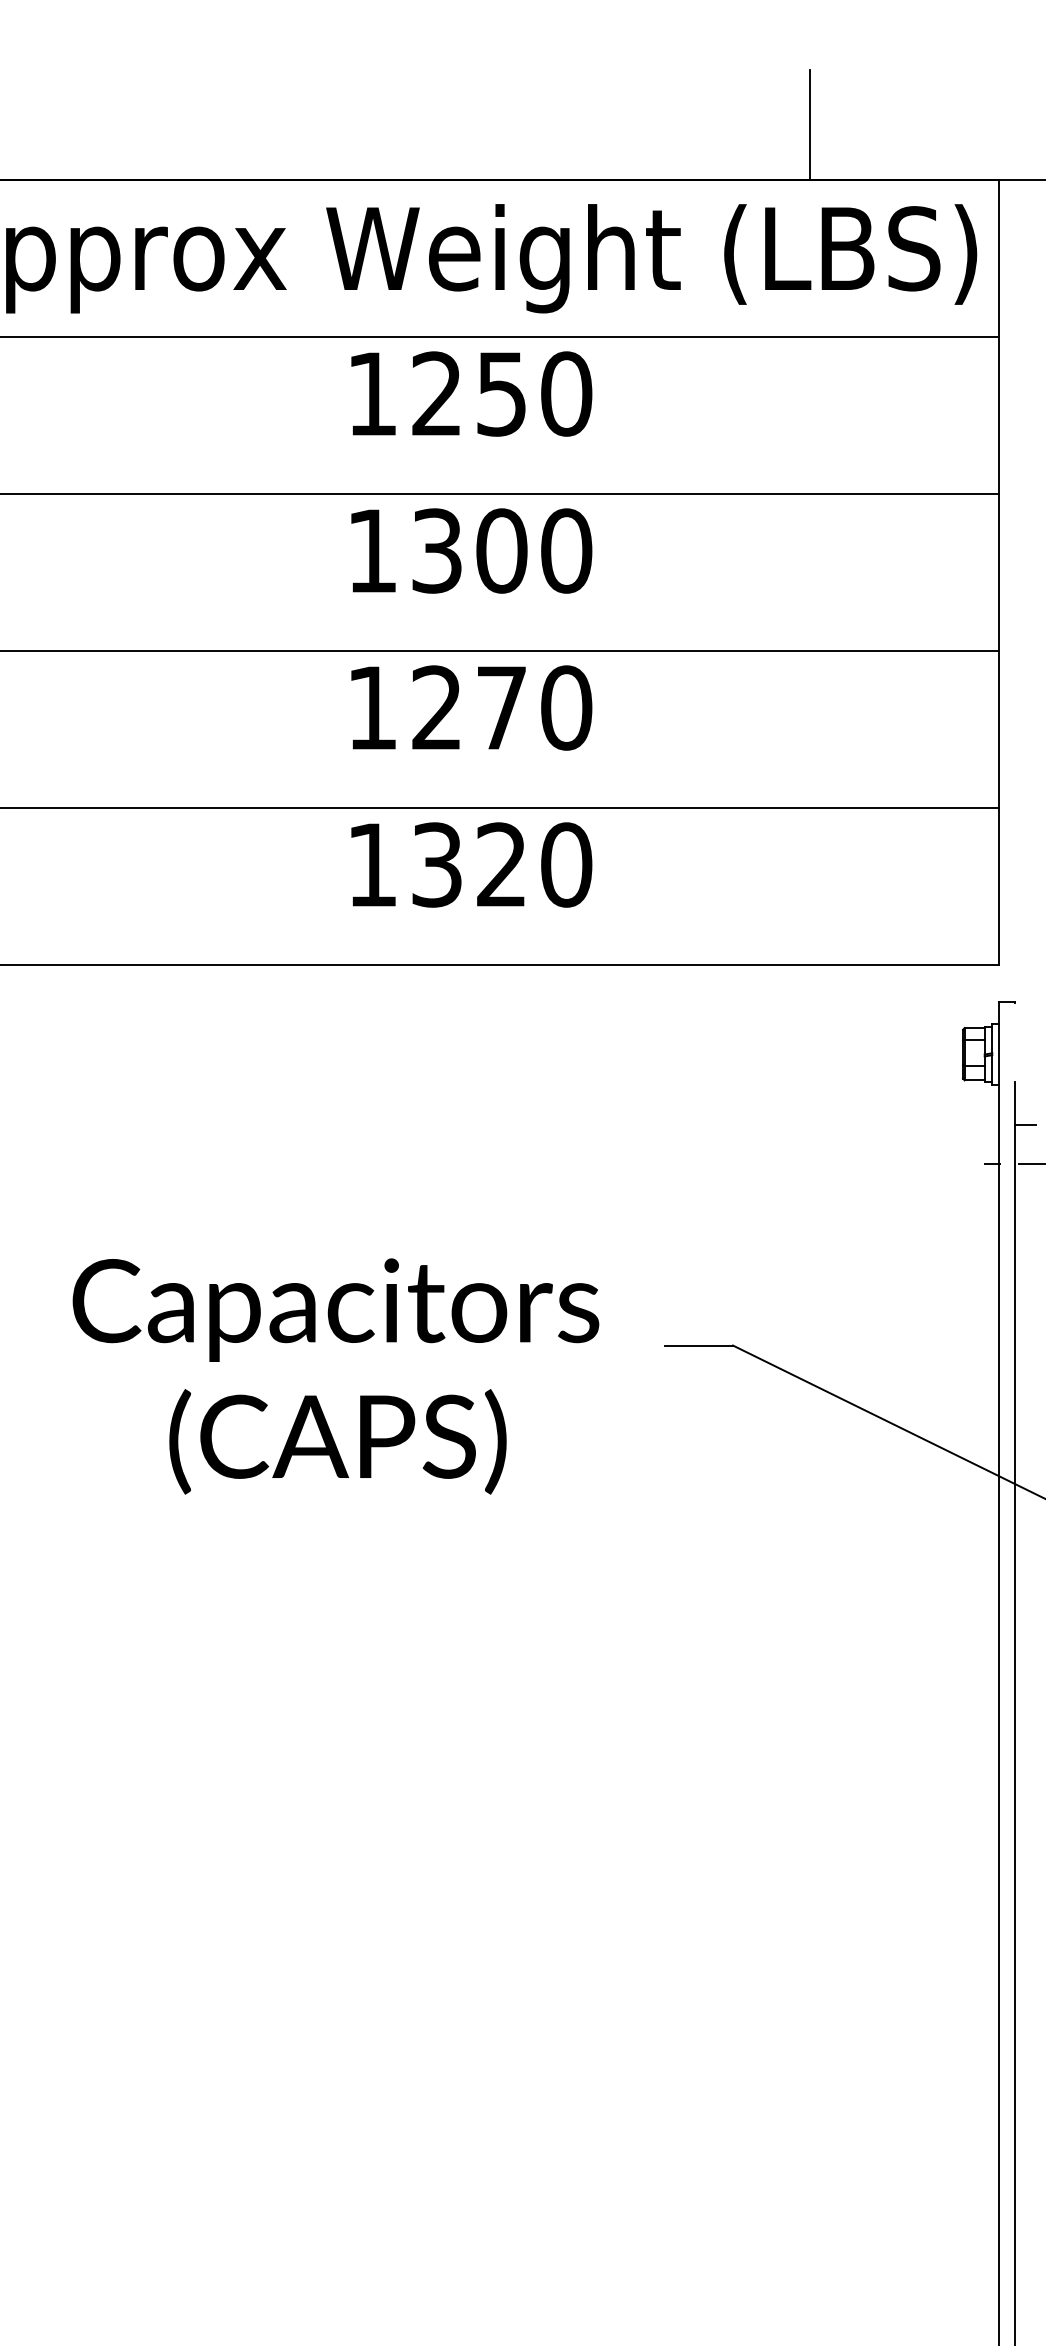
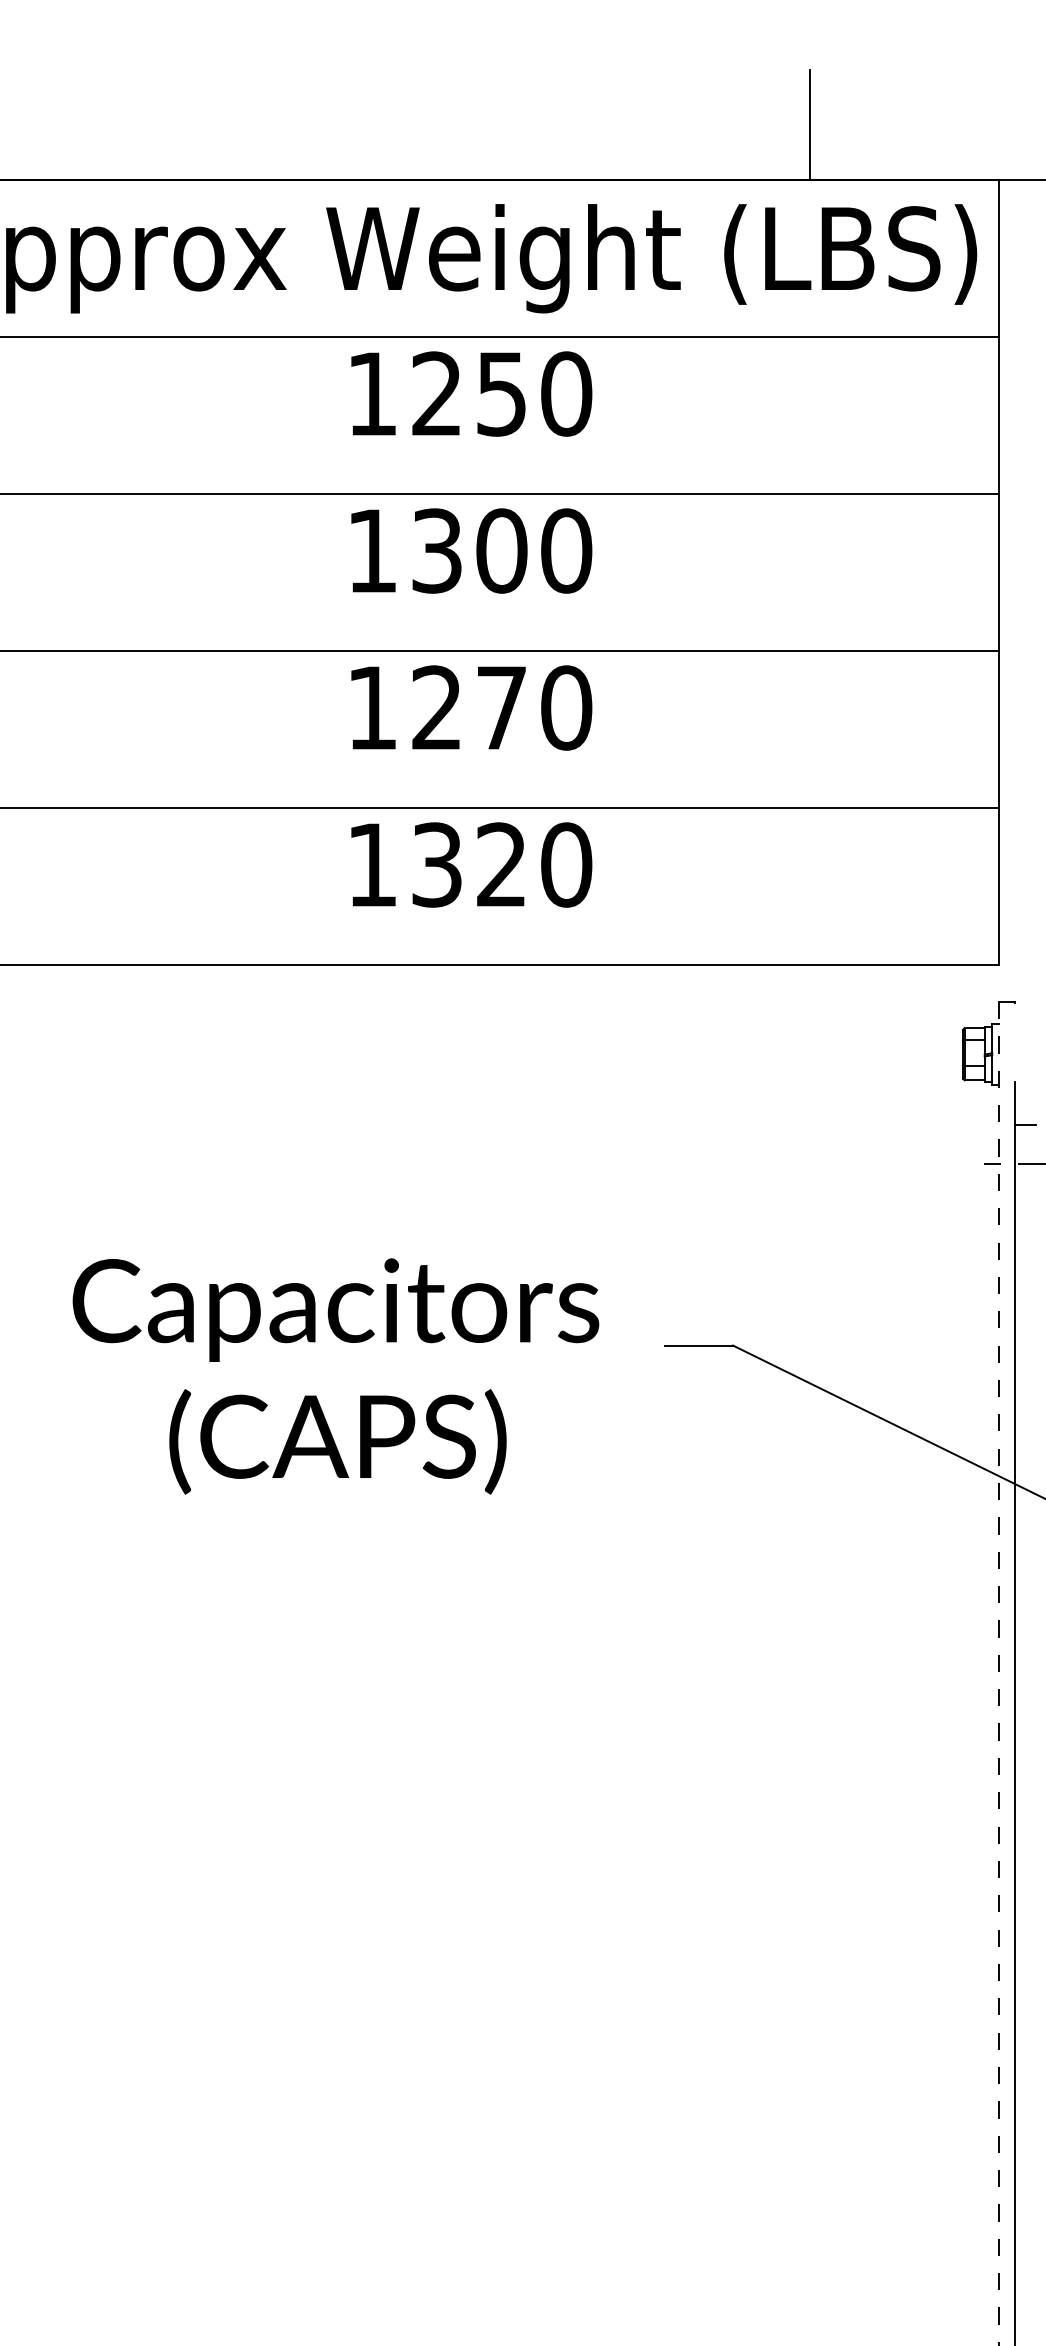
line at (999, 1673): solid -> dashed
